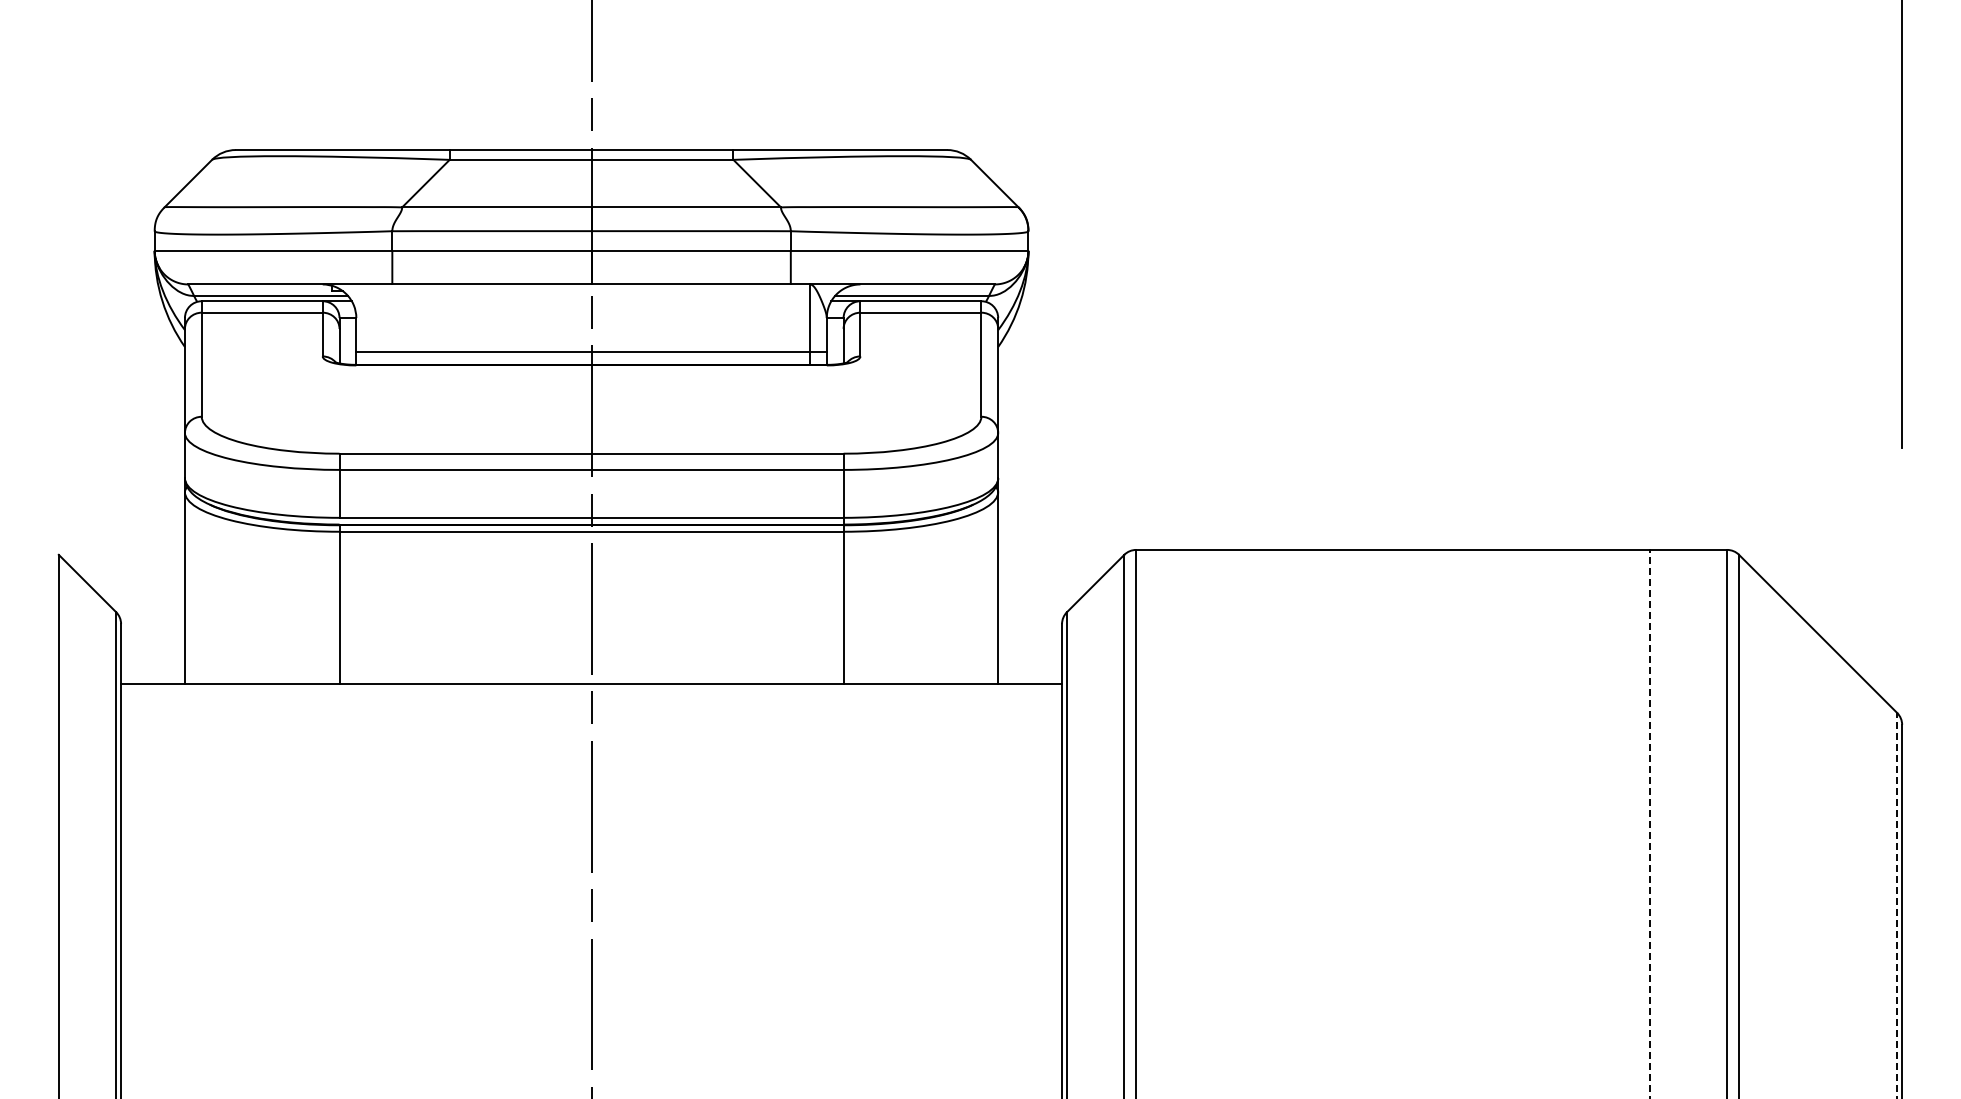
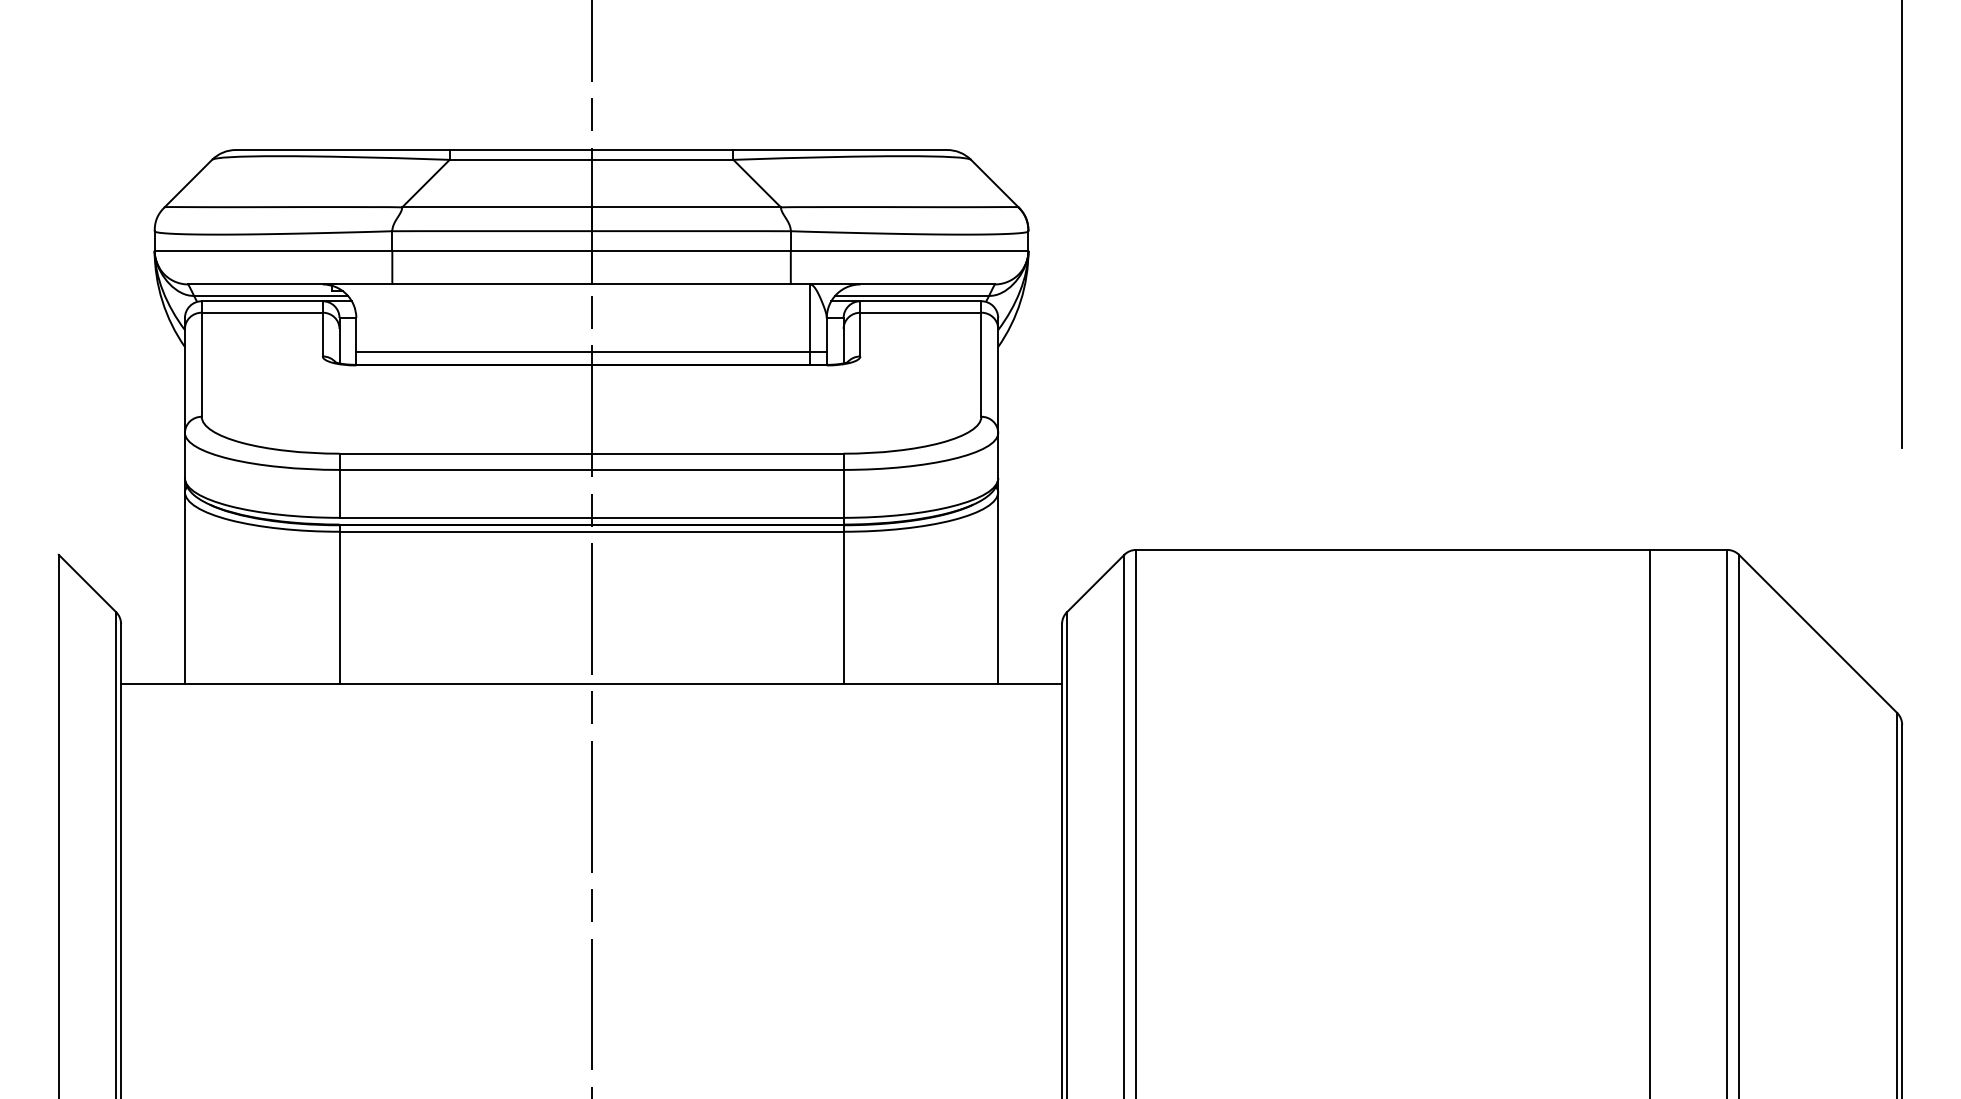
line at (1650, 823): dashed -> solid
line at (1897, 905): dashed -> solid
